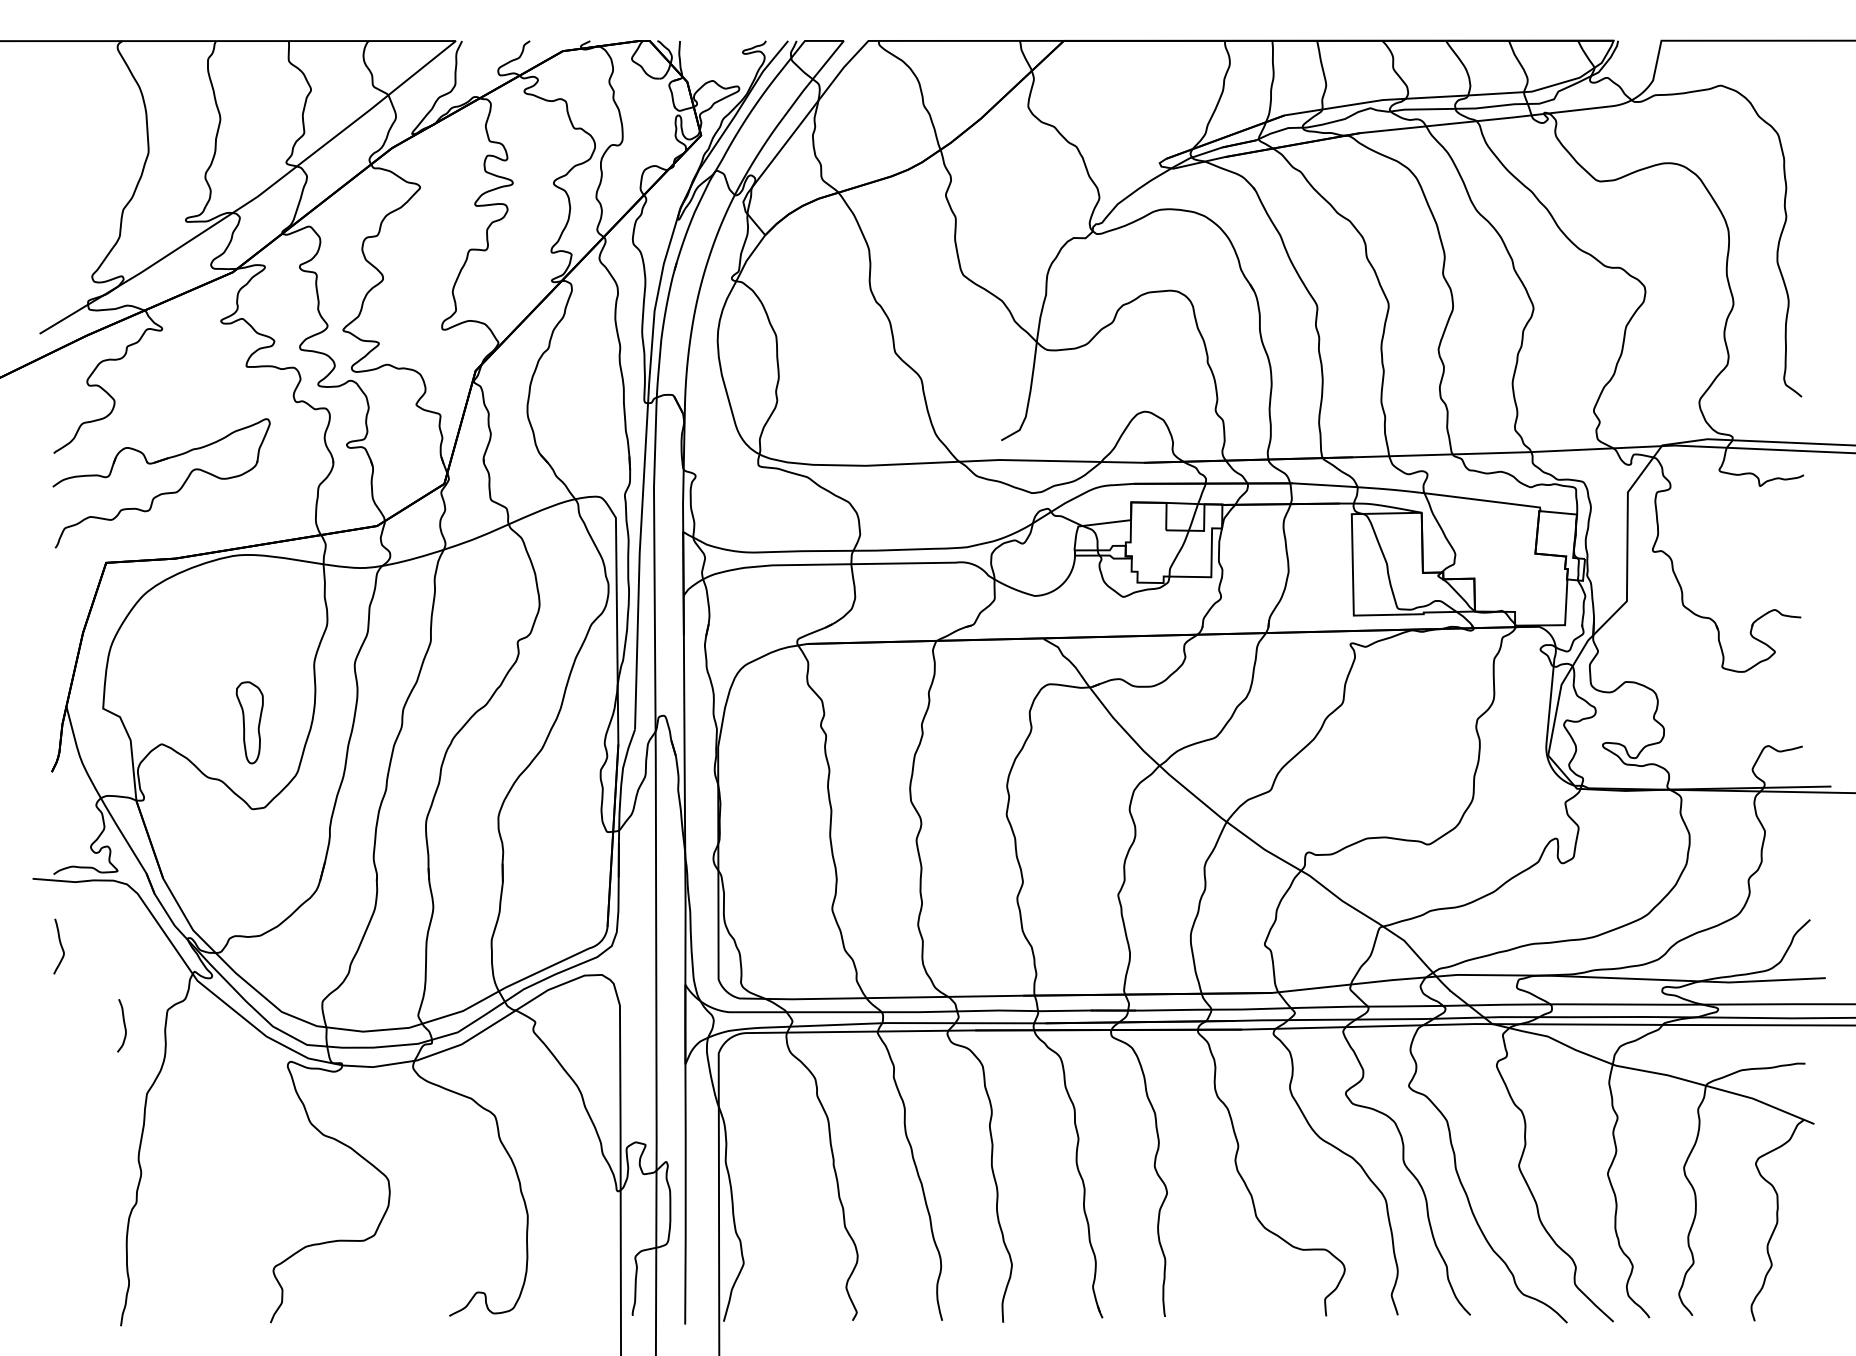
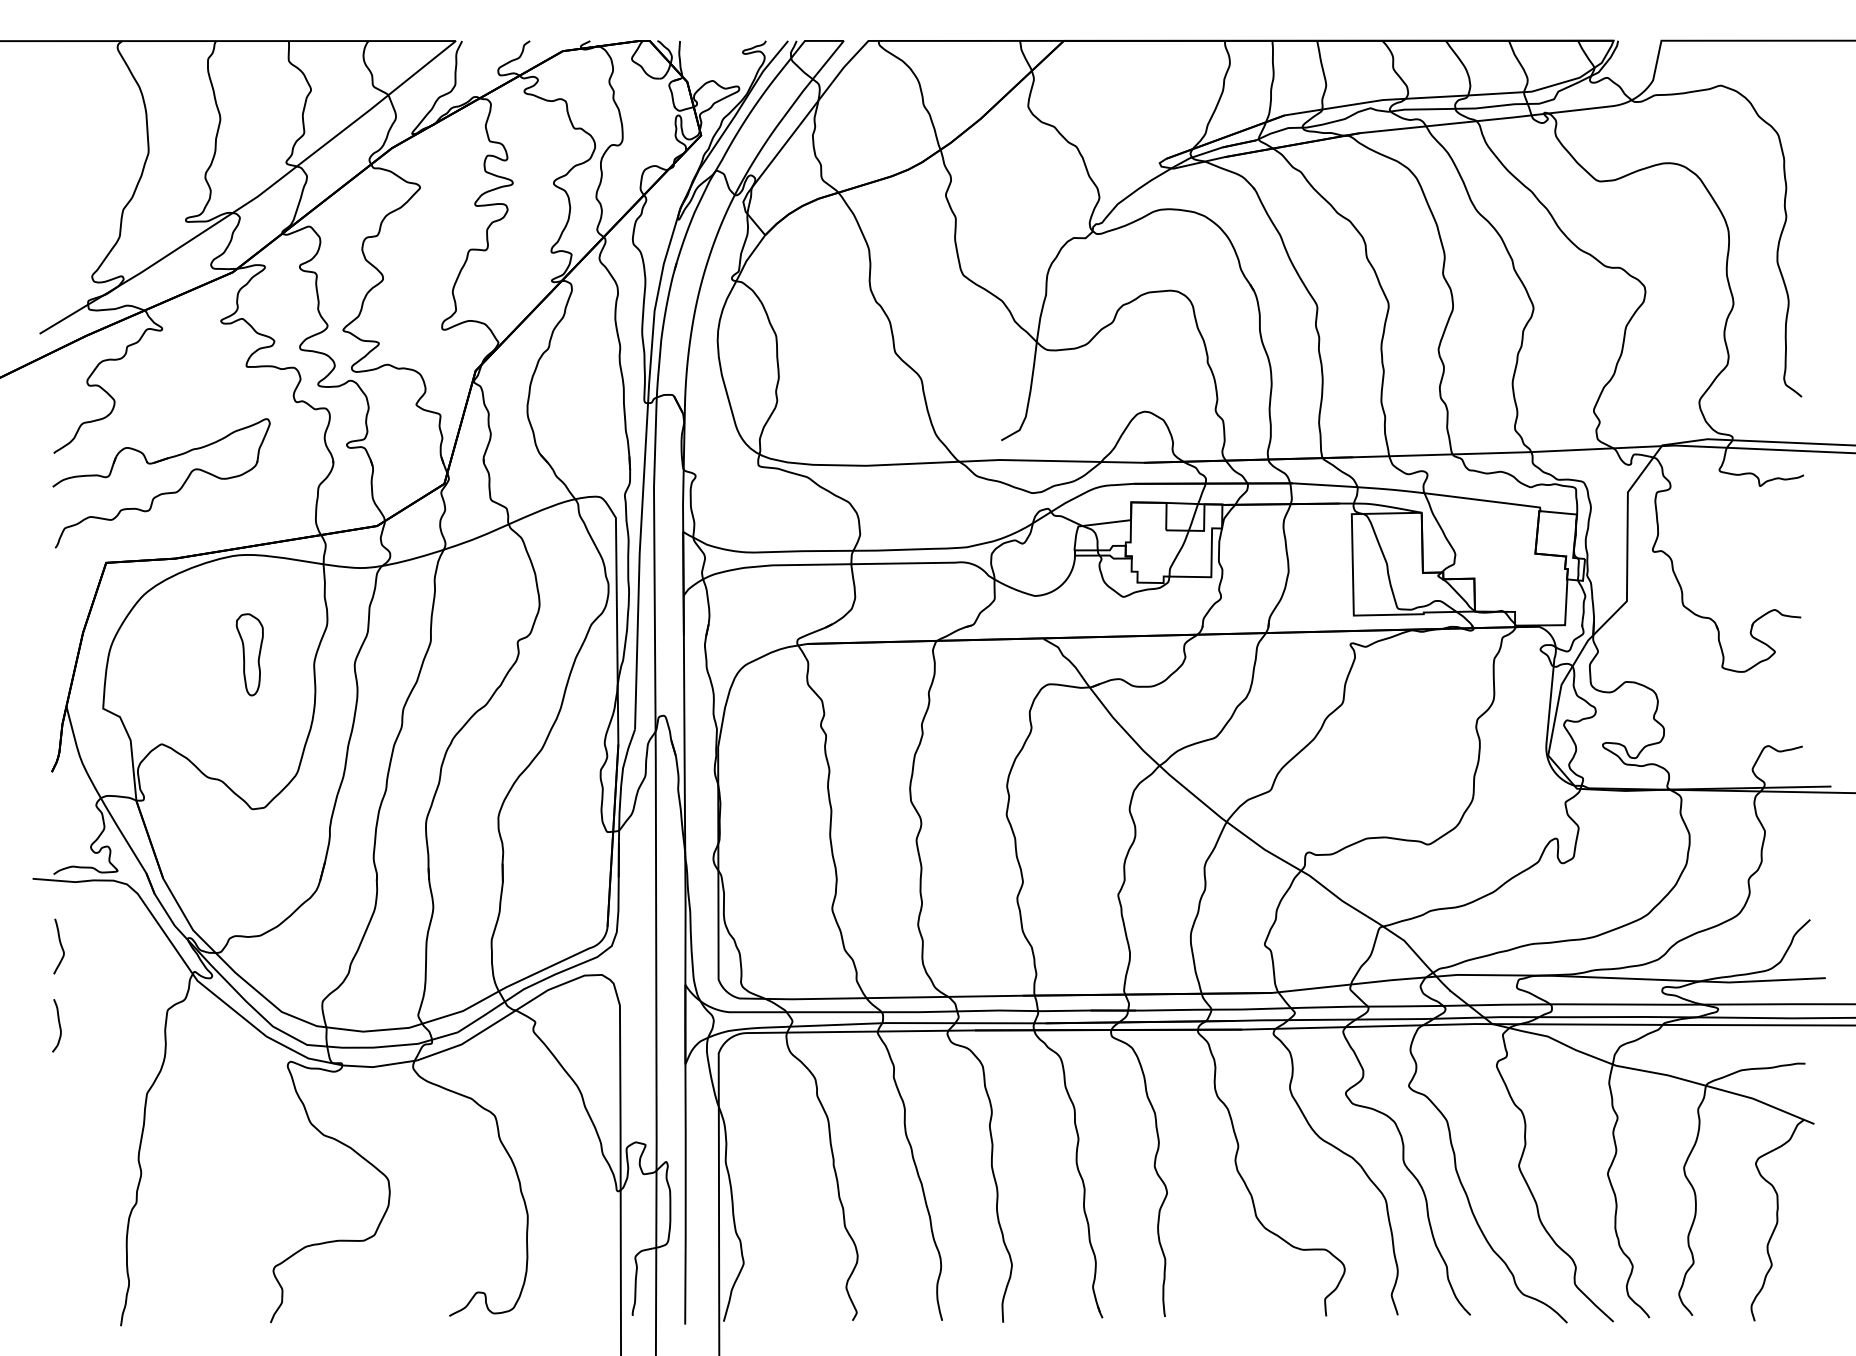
part at (249, 722) position: (249, 722) -> (249, 654)
curve at (123, 1024) position: (123, 1024) -> (58, 1024)
